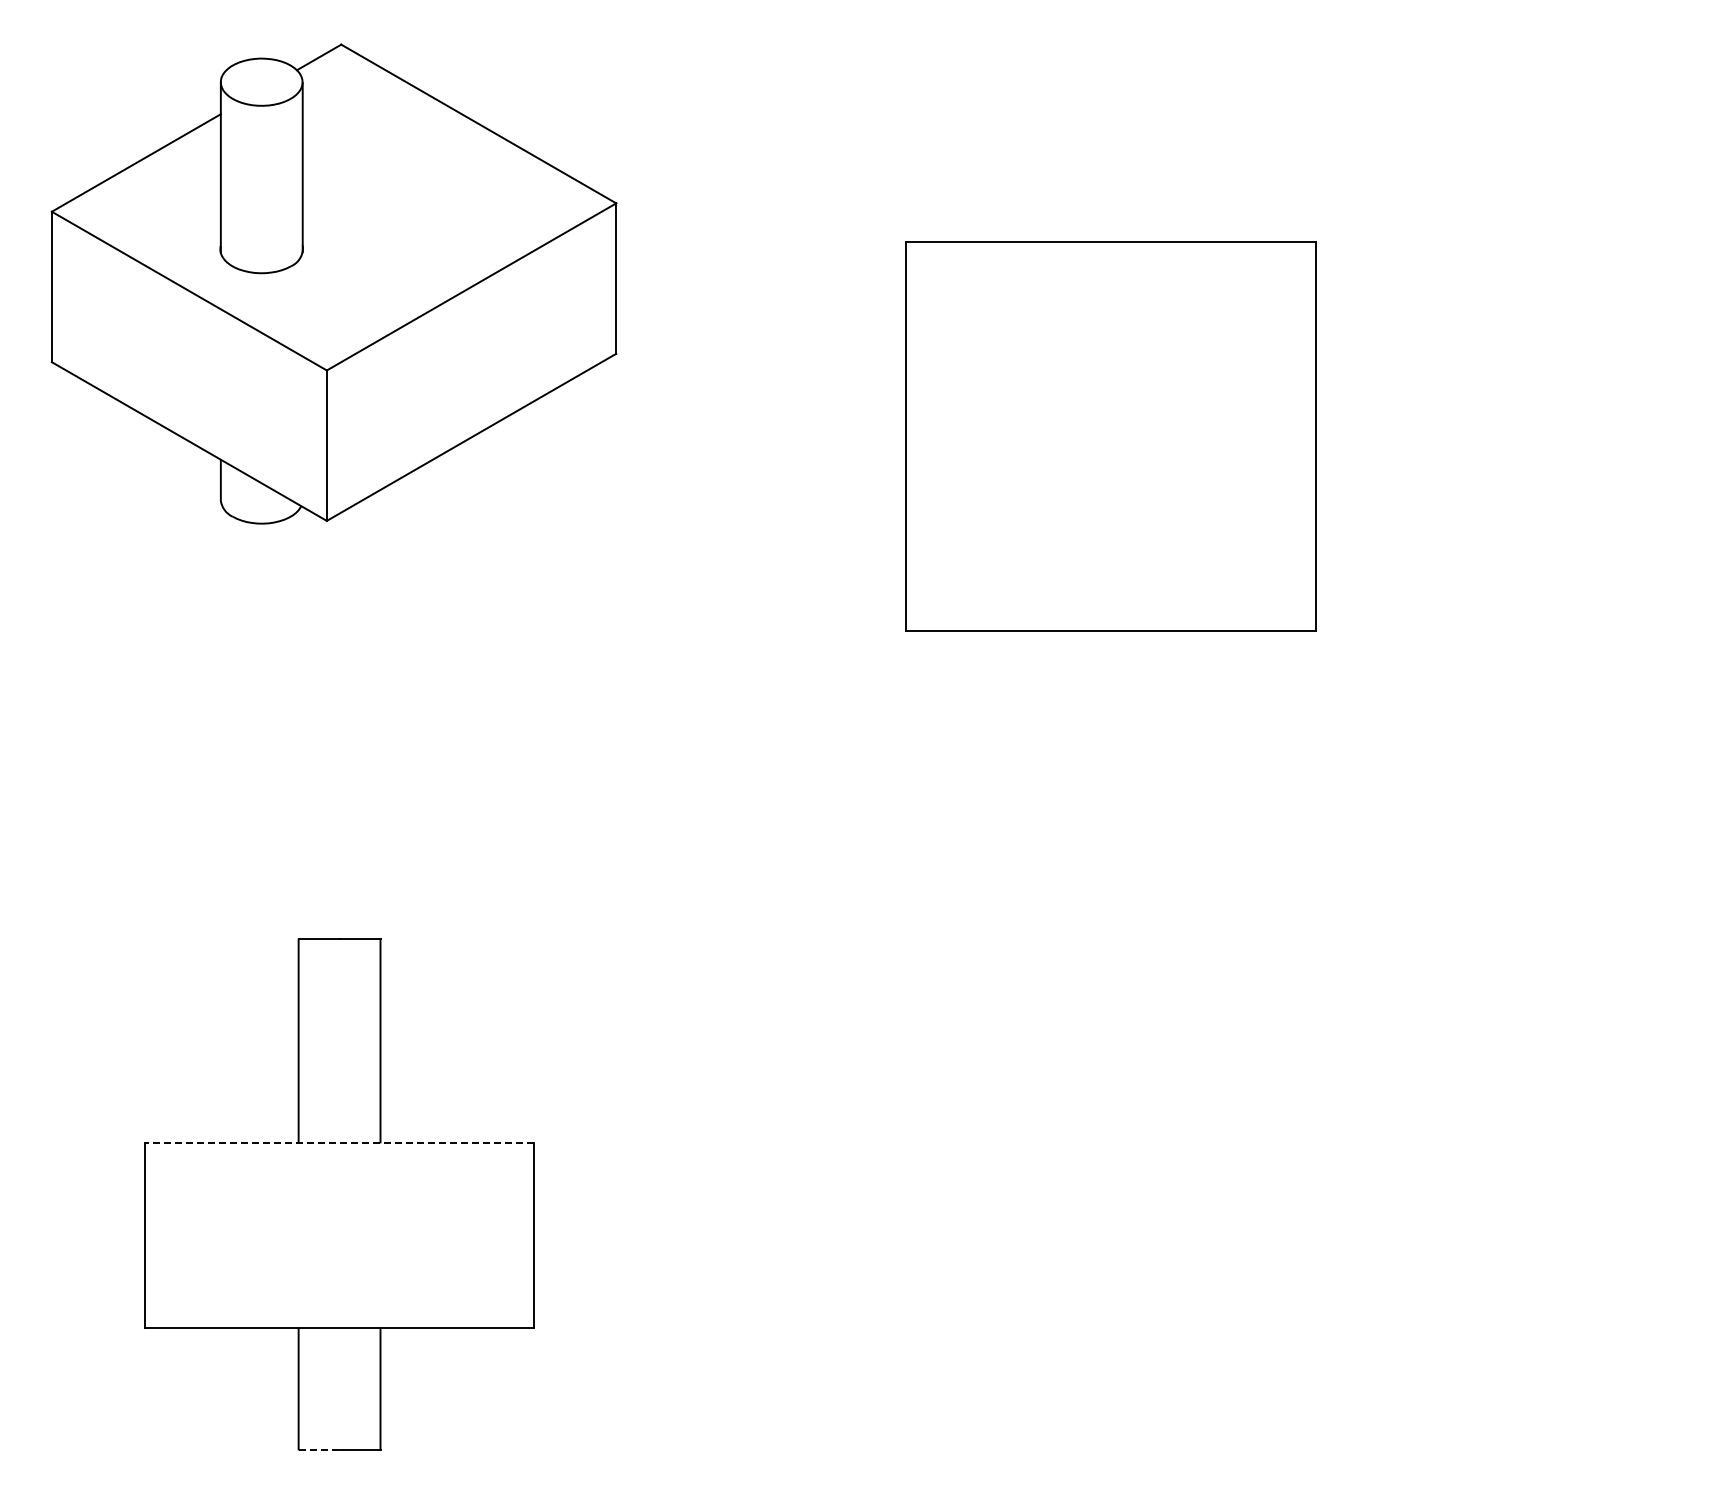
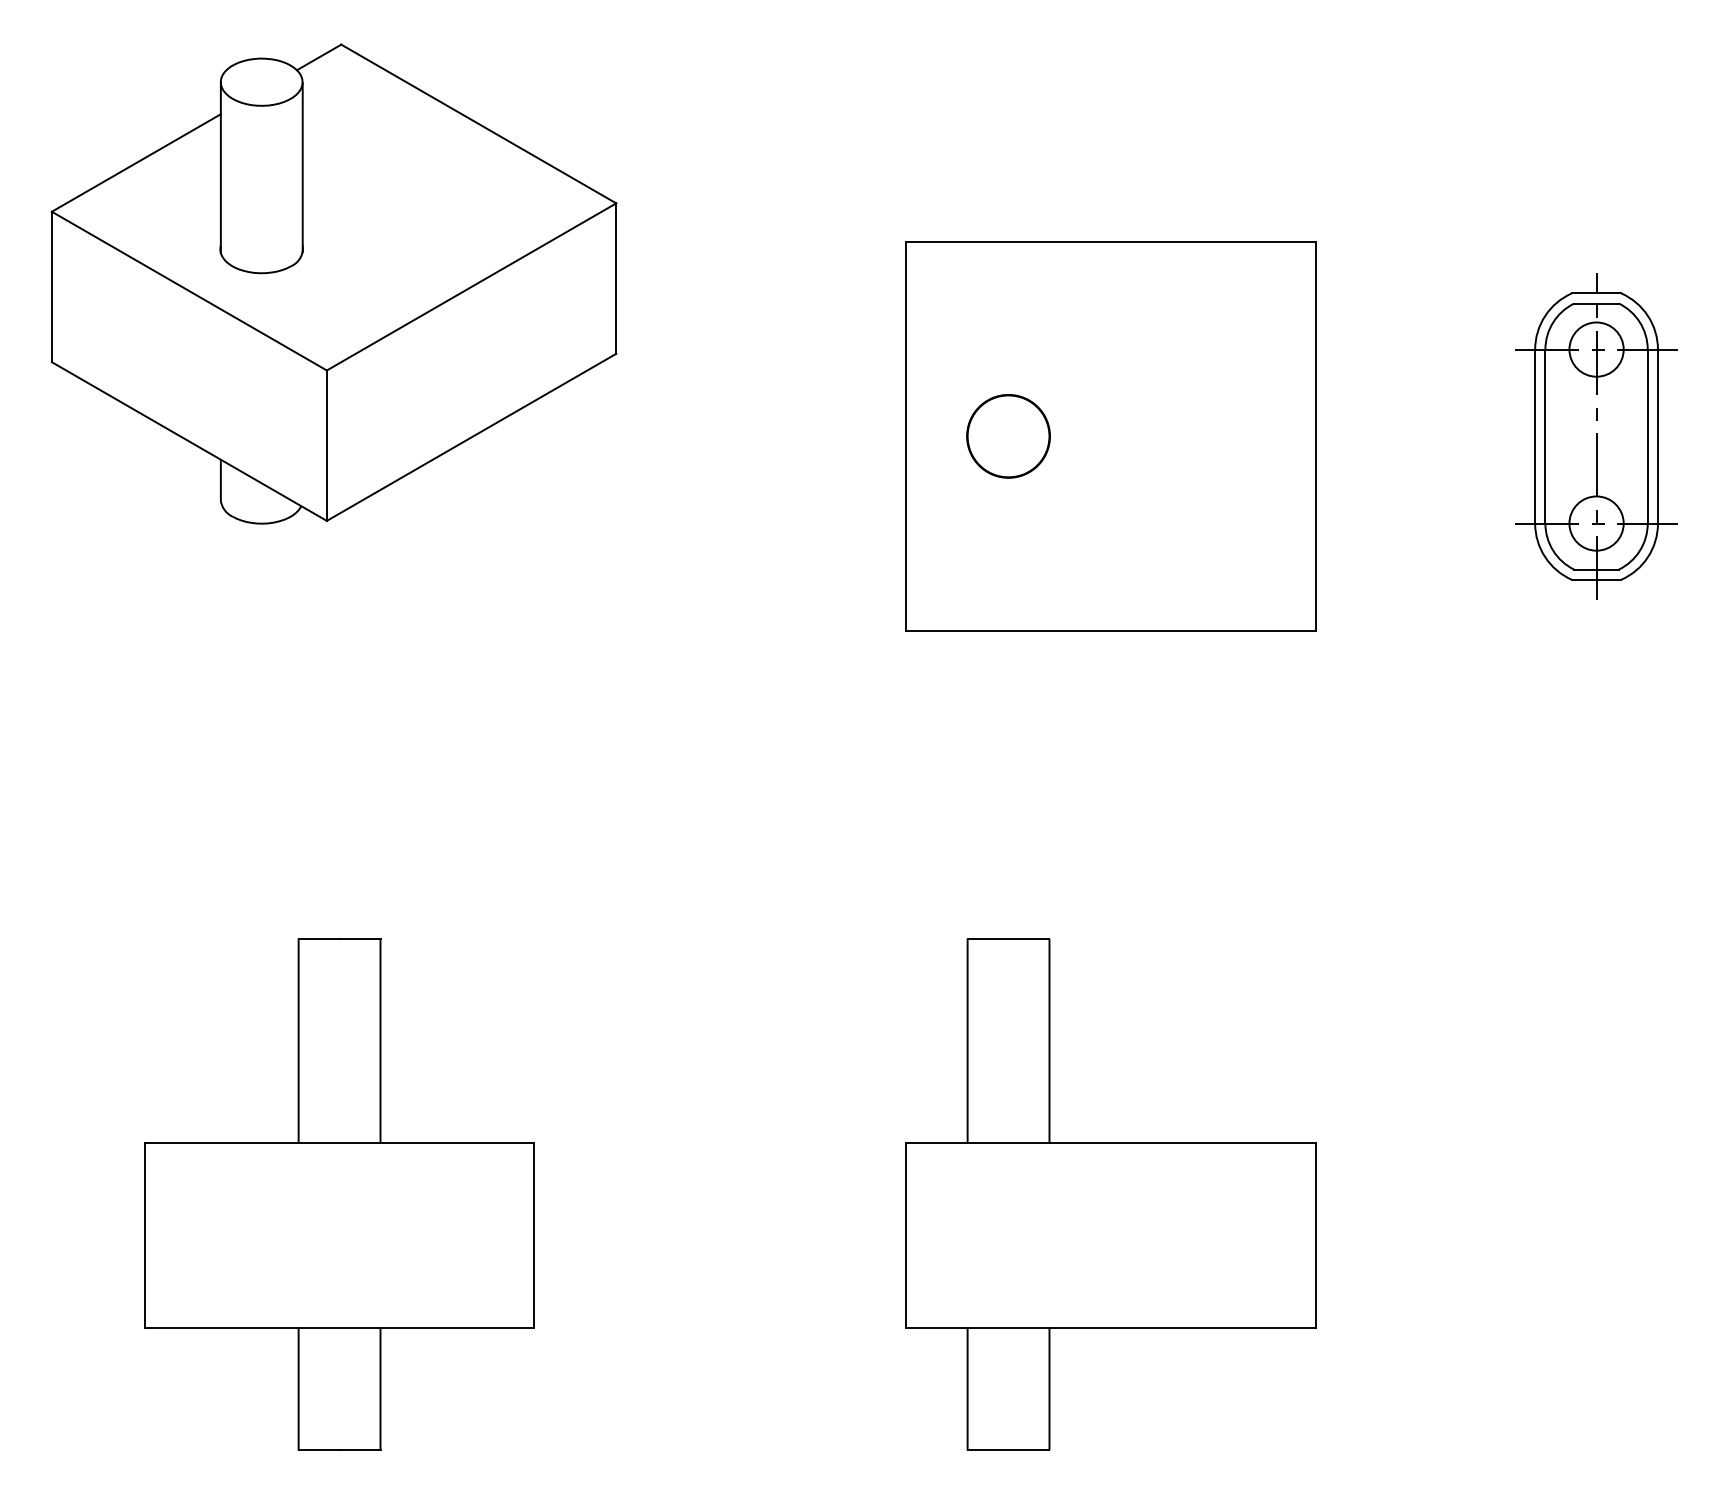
circle at (1008, 436): none -> present
part at (1596, 436): none -> present
line at (339, 1143): dashed -> solid
part at (1110, 1194): none -> present
line at (319, 1450): dashed -> solid
